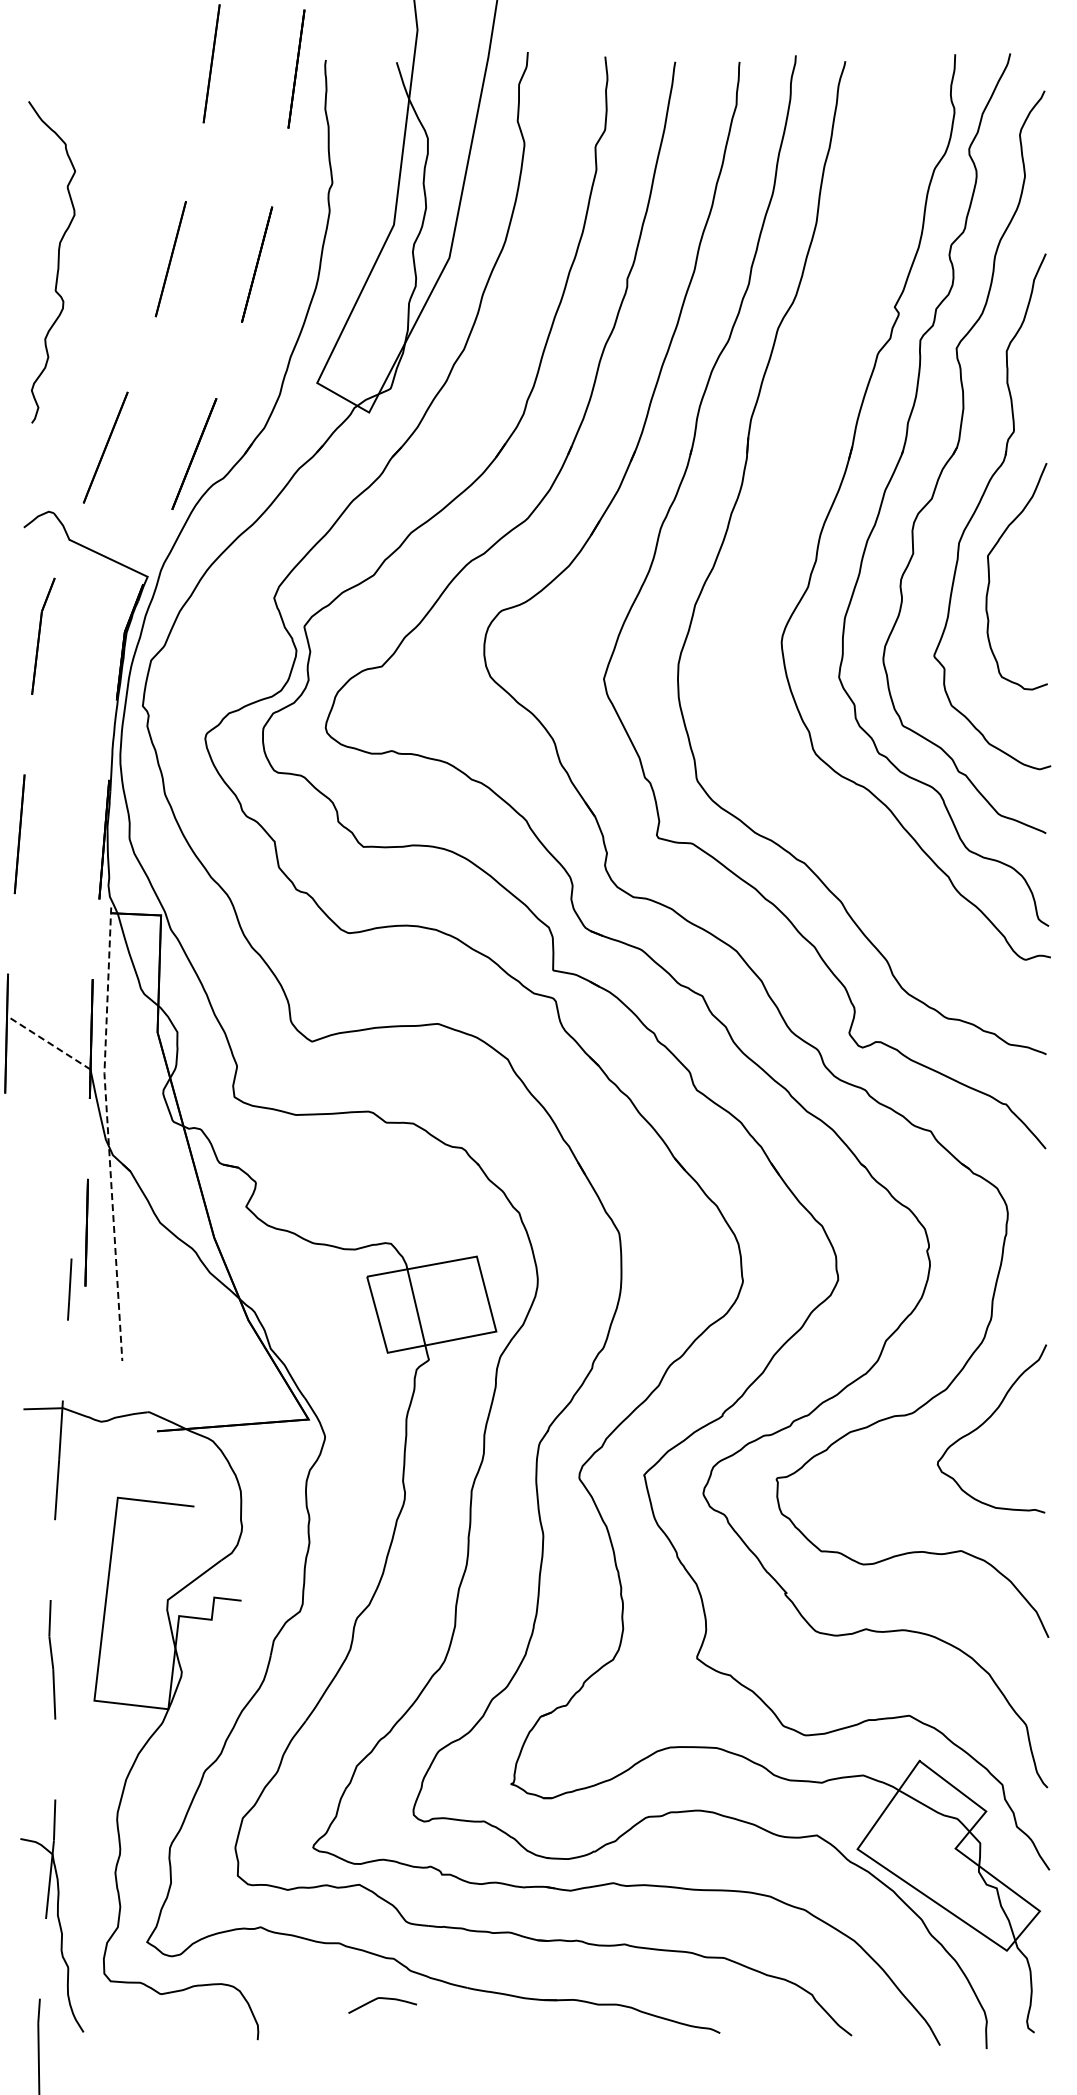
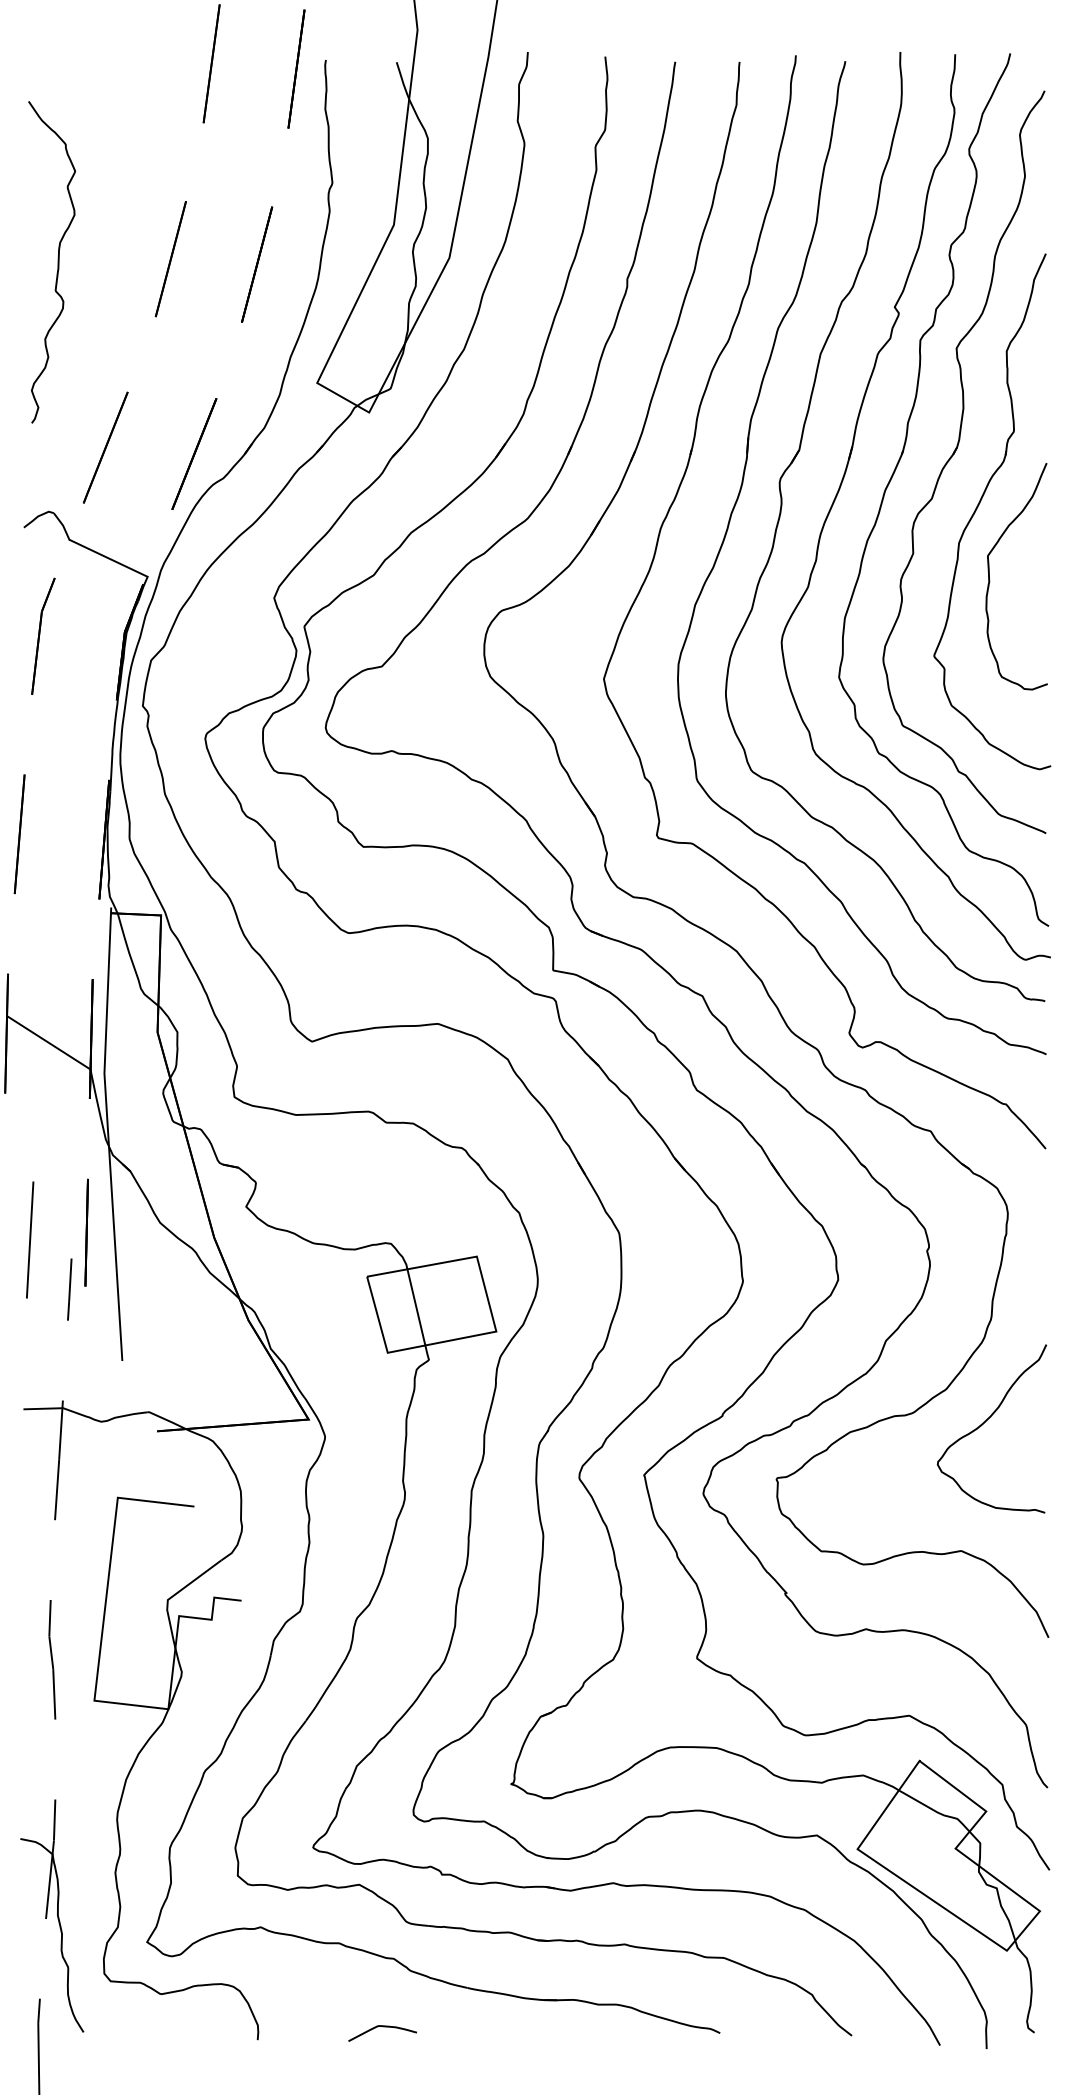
part at (781, 513): none -> present
line at (48, 1042): dashed -> solid
line at (108, 1133): dashed -> solid
line at (30, 1239): none -> present
curve at (382, 1999) position: (382, 1999) -> (382, 2027)
